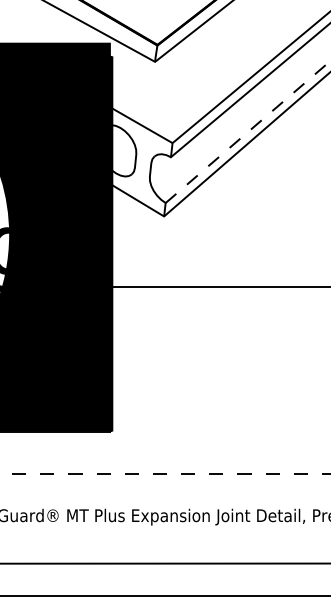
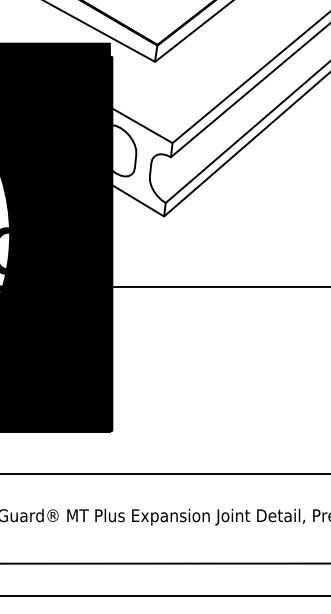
line at (248, 131): dashed -> solid
line at (165, 473): dashed -> solid
